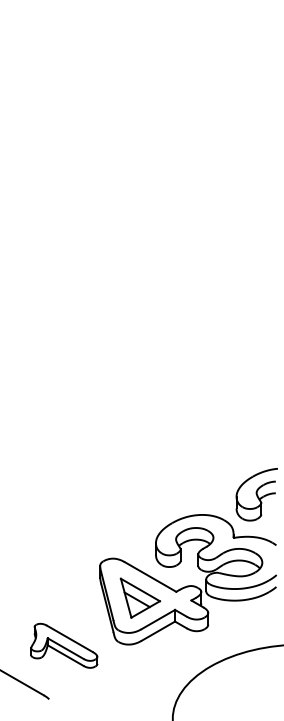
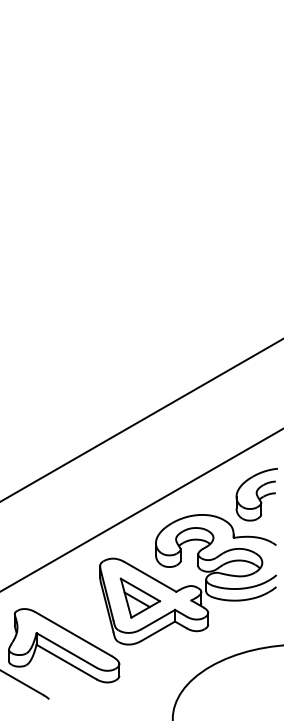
line at (141, 420): none -> present
line at (141, 510): none -> present
part at (64, 645) size: 69x47 px -> 113x76 px
